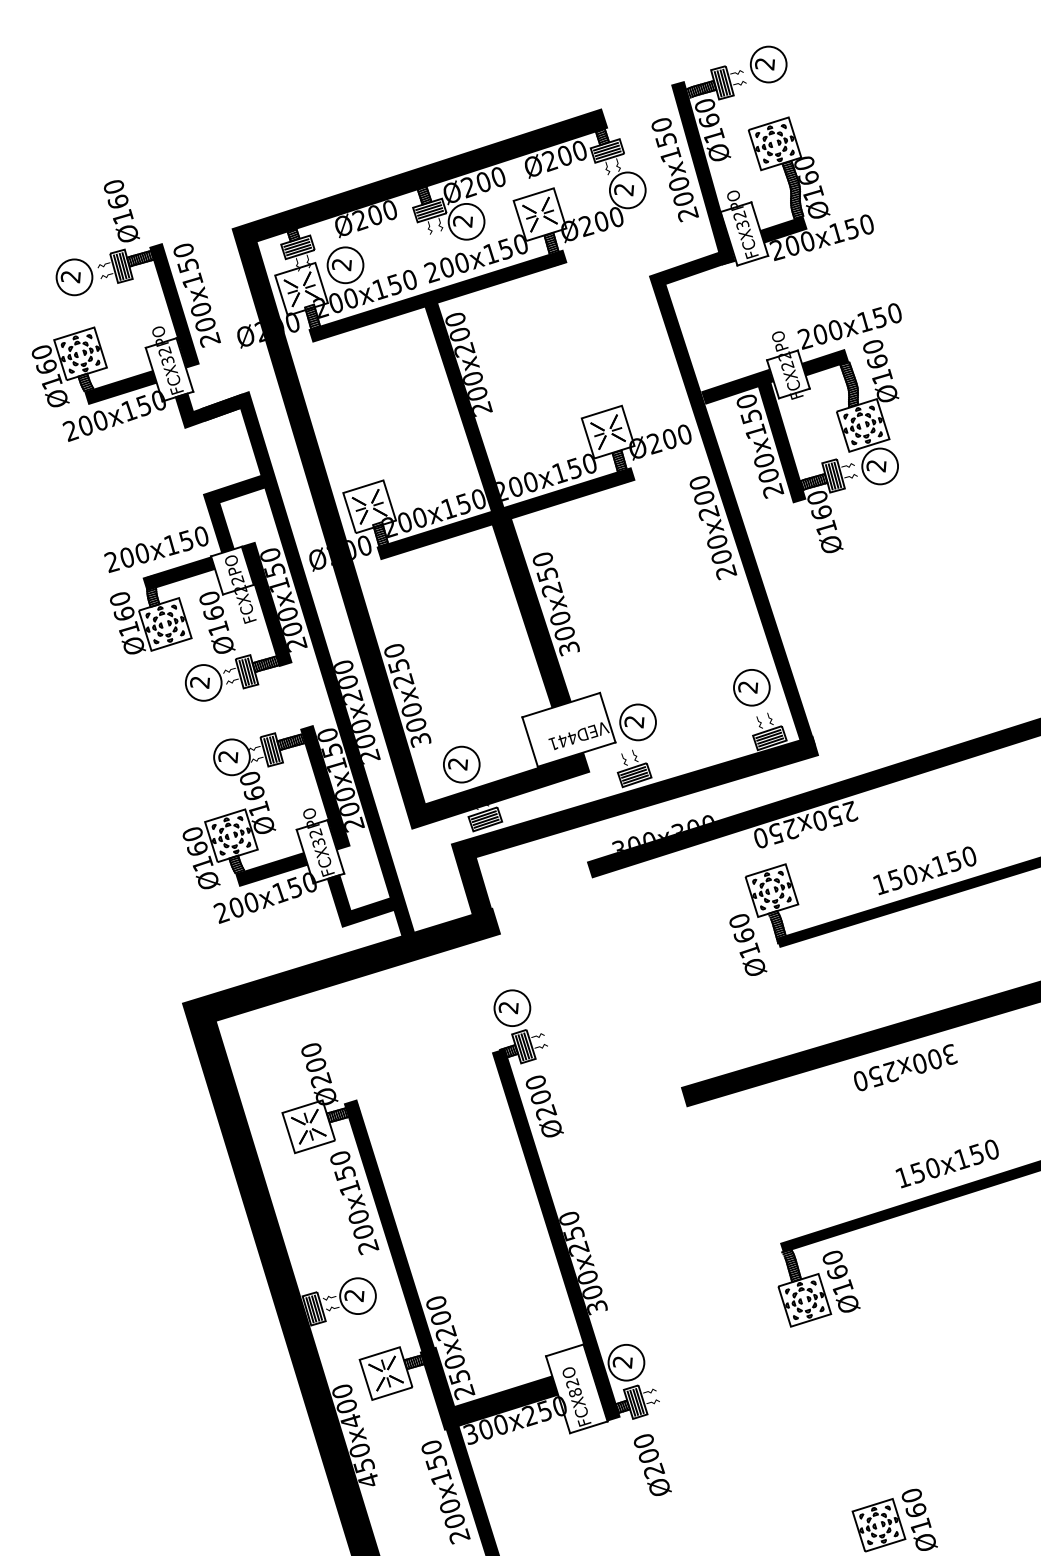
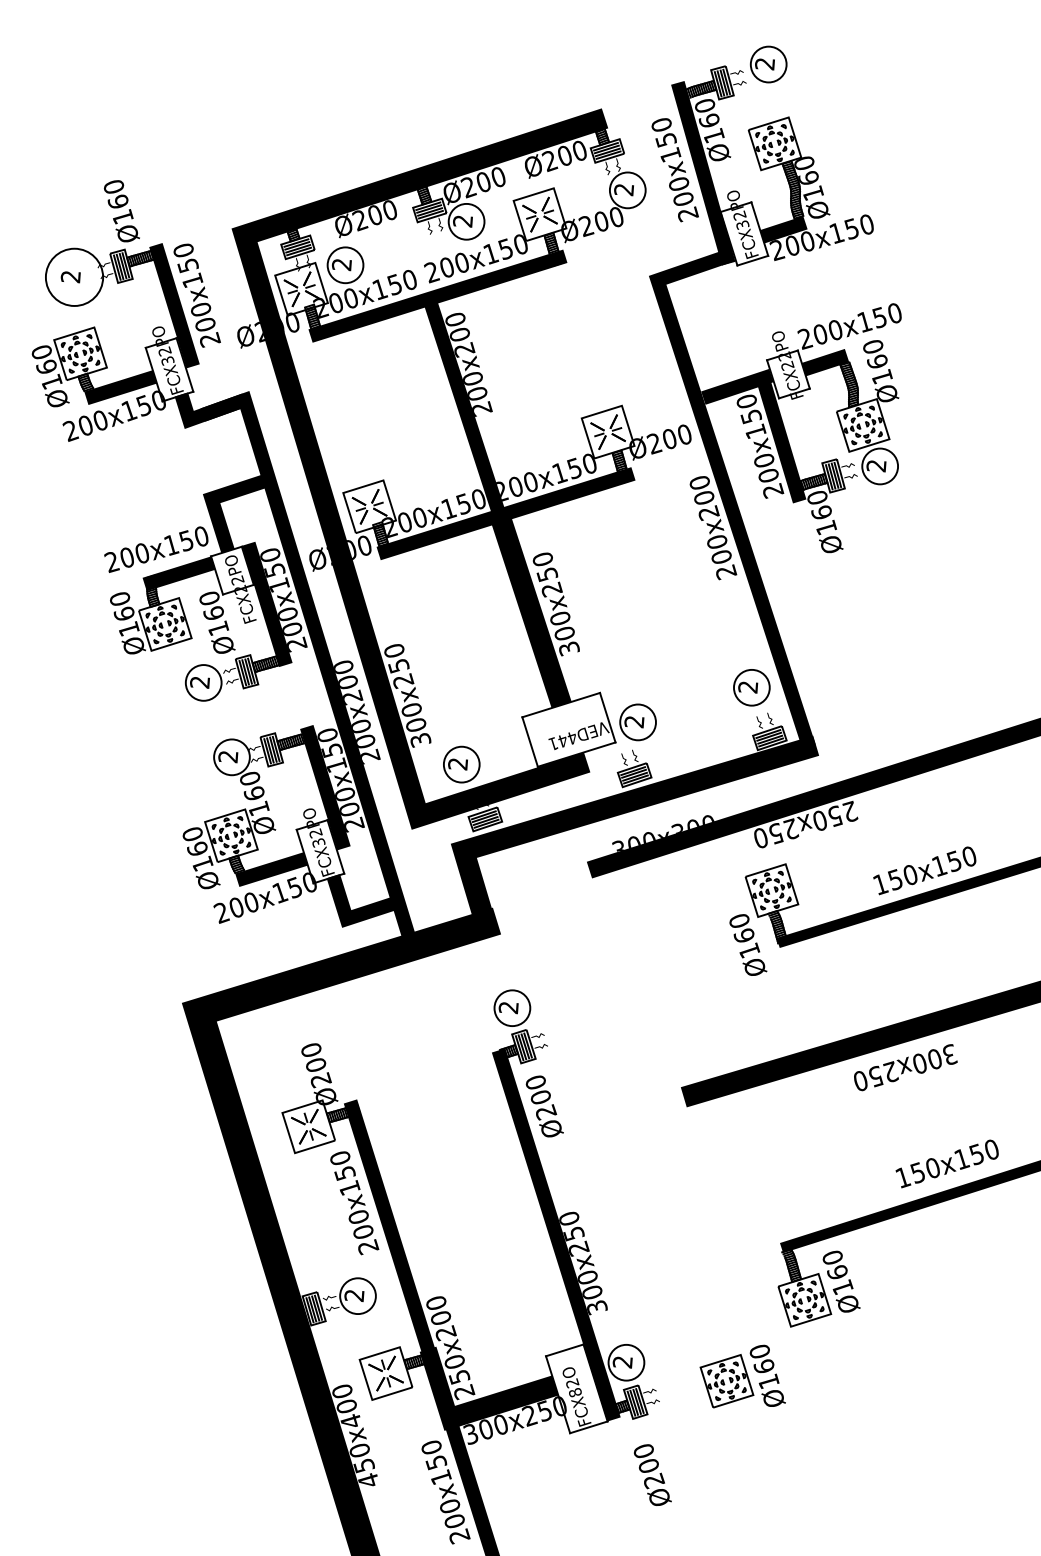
circle at (74, 277) diameter: 36 px -> 57 px
text at (652, 1464) position: (652, 1464) -> (652, 1474)
part at (894, 1520) position: (894, 1520) -> (742, 1376)
